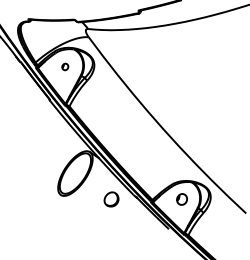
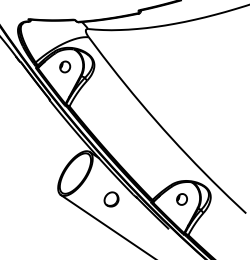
part at (65, 66) size: 9x10 px -> 13x14 px
line at (106, 225): none -> present
